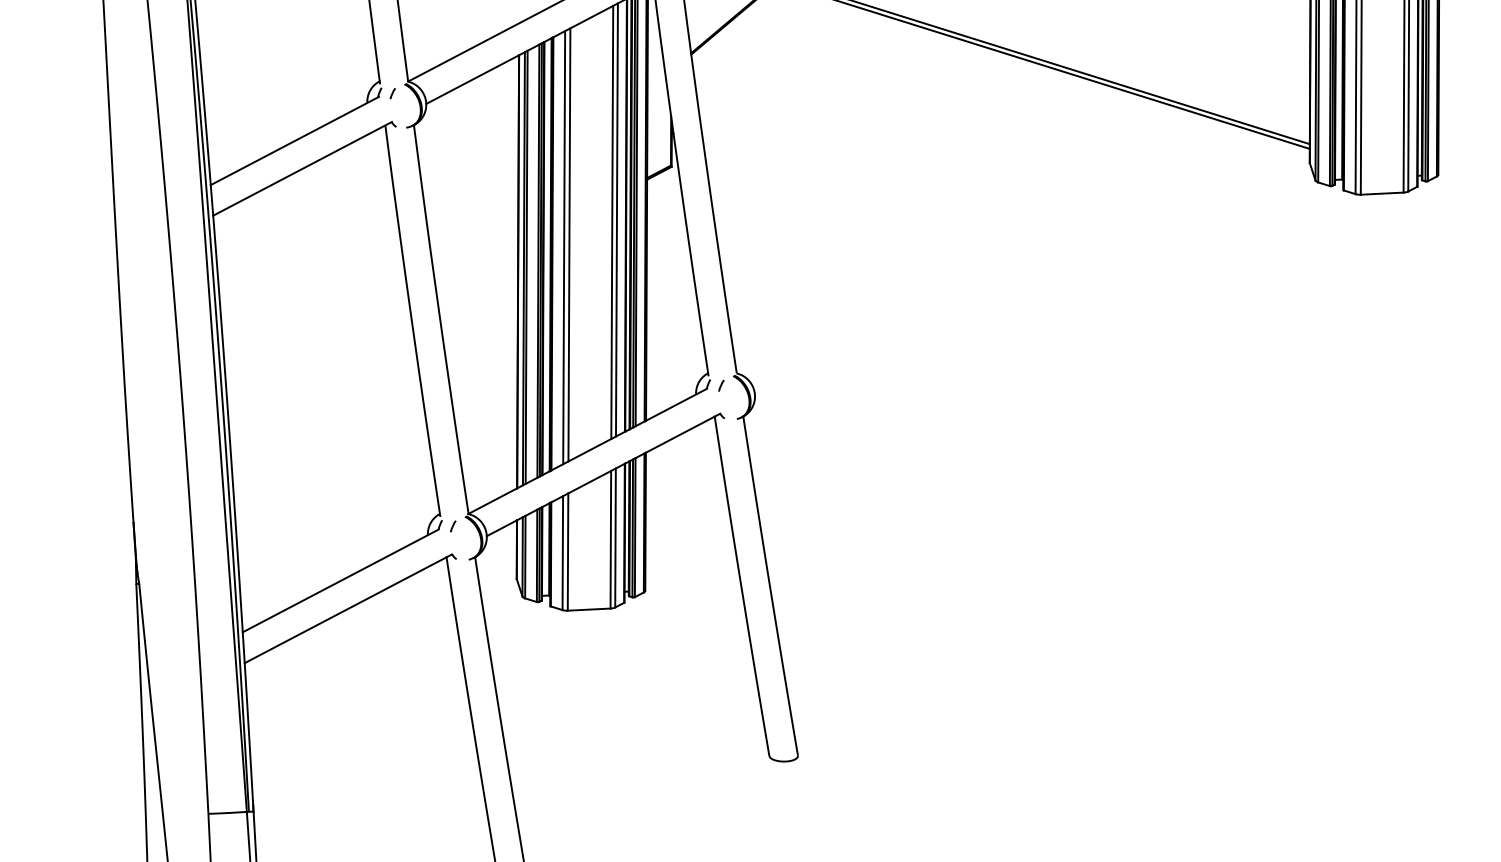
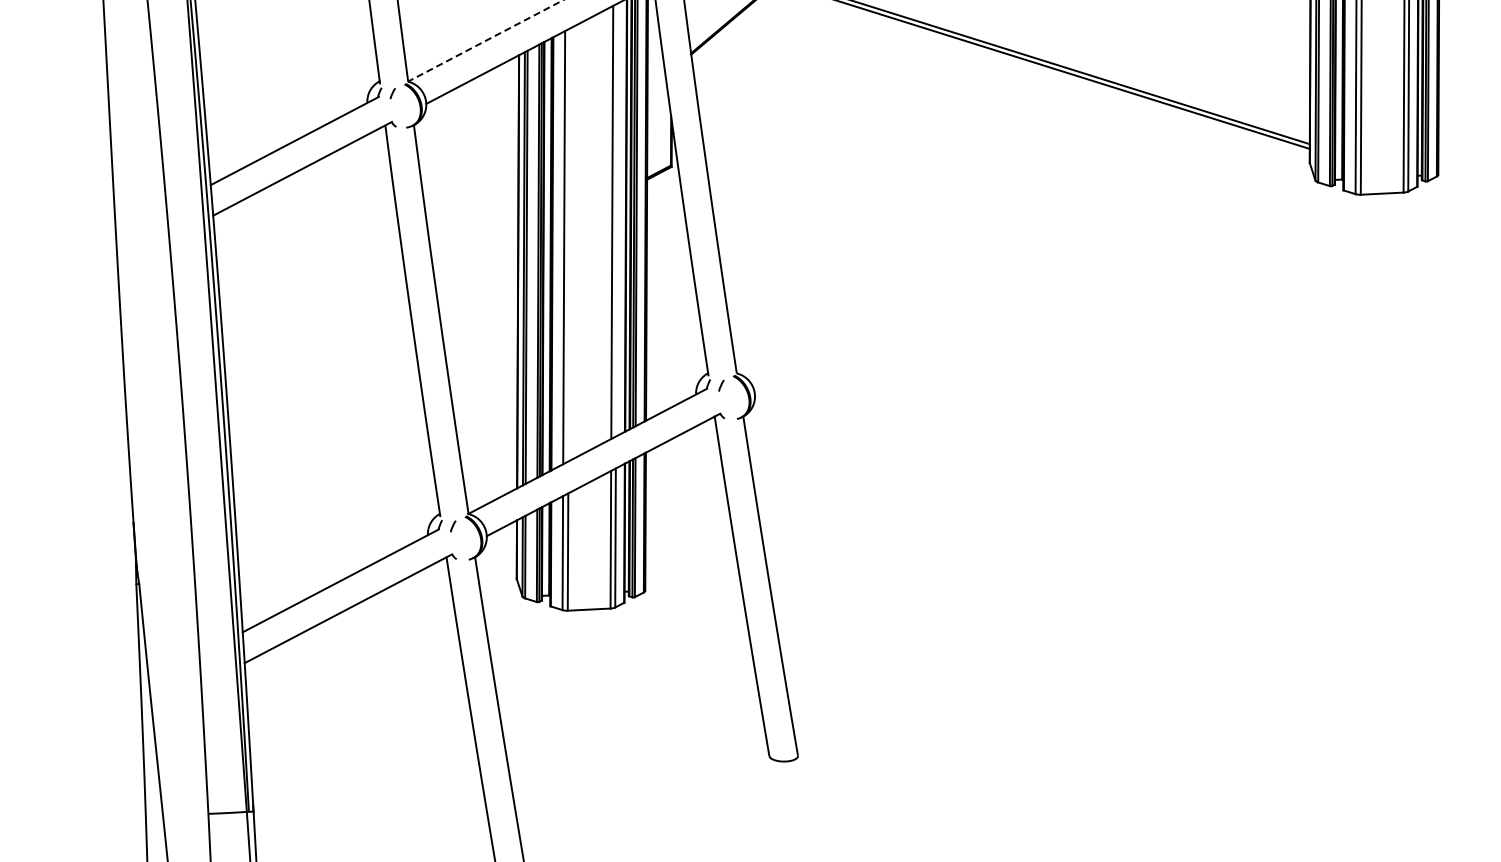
line at (485, 41): solid -> dashed
line at (616, 219): present -> none
line at (569, 244): present -> none
